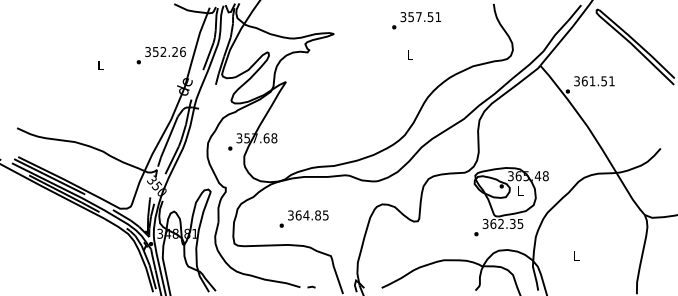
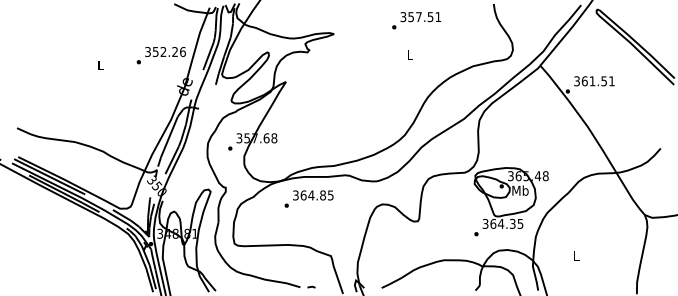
text at (520, 190): L -> Mb
text at (303, 218) position: (303, 218) -> (308, 198)
text at (500, 223): 362.35 -> 364.35
